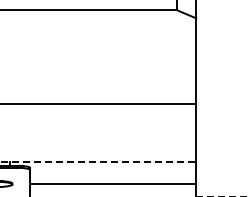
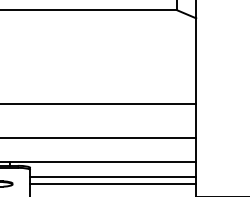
line at (99, 138): none -> present
line at (98, 162): dashed -> solid
line at (113, 177): none -> present
line at (223, 196): dashed -> solid
